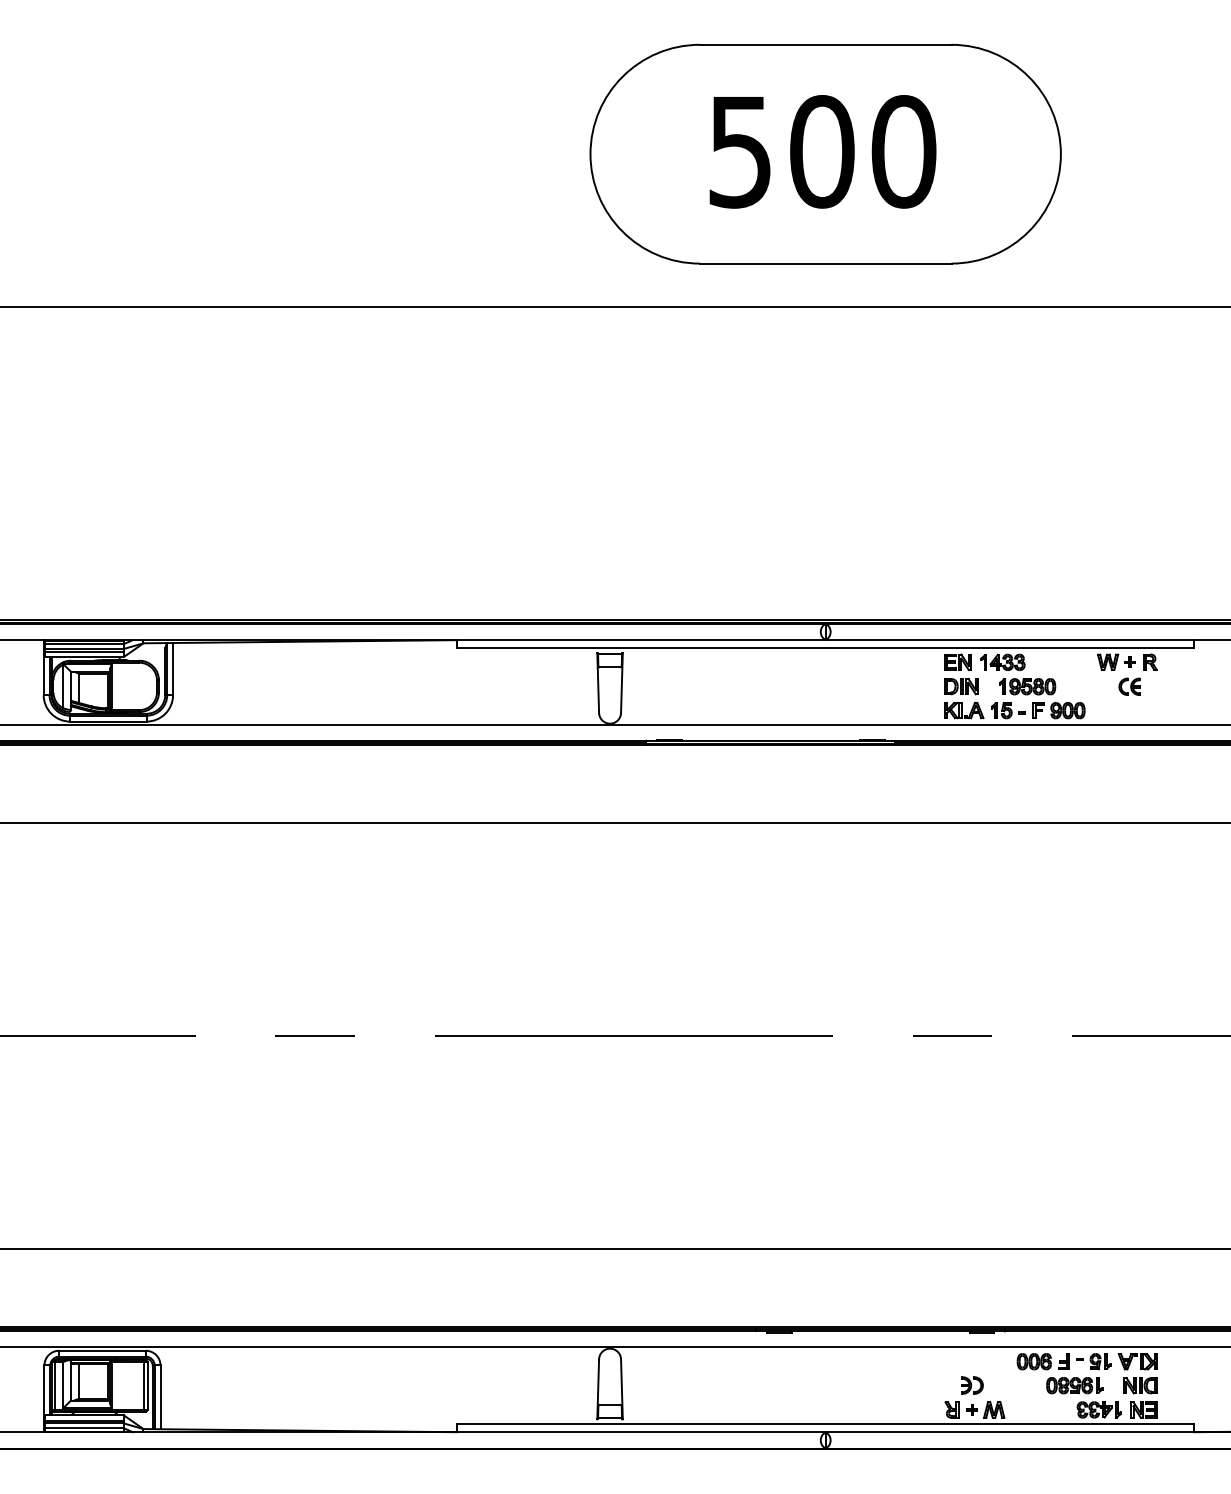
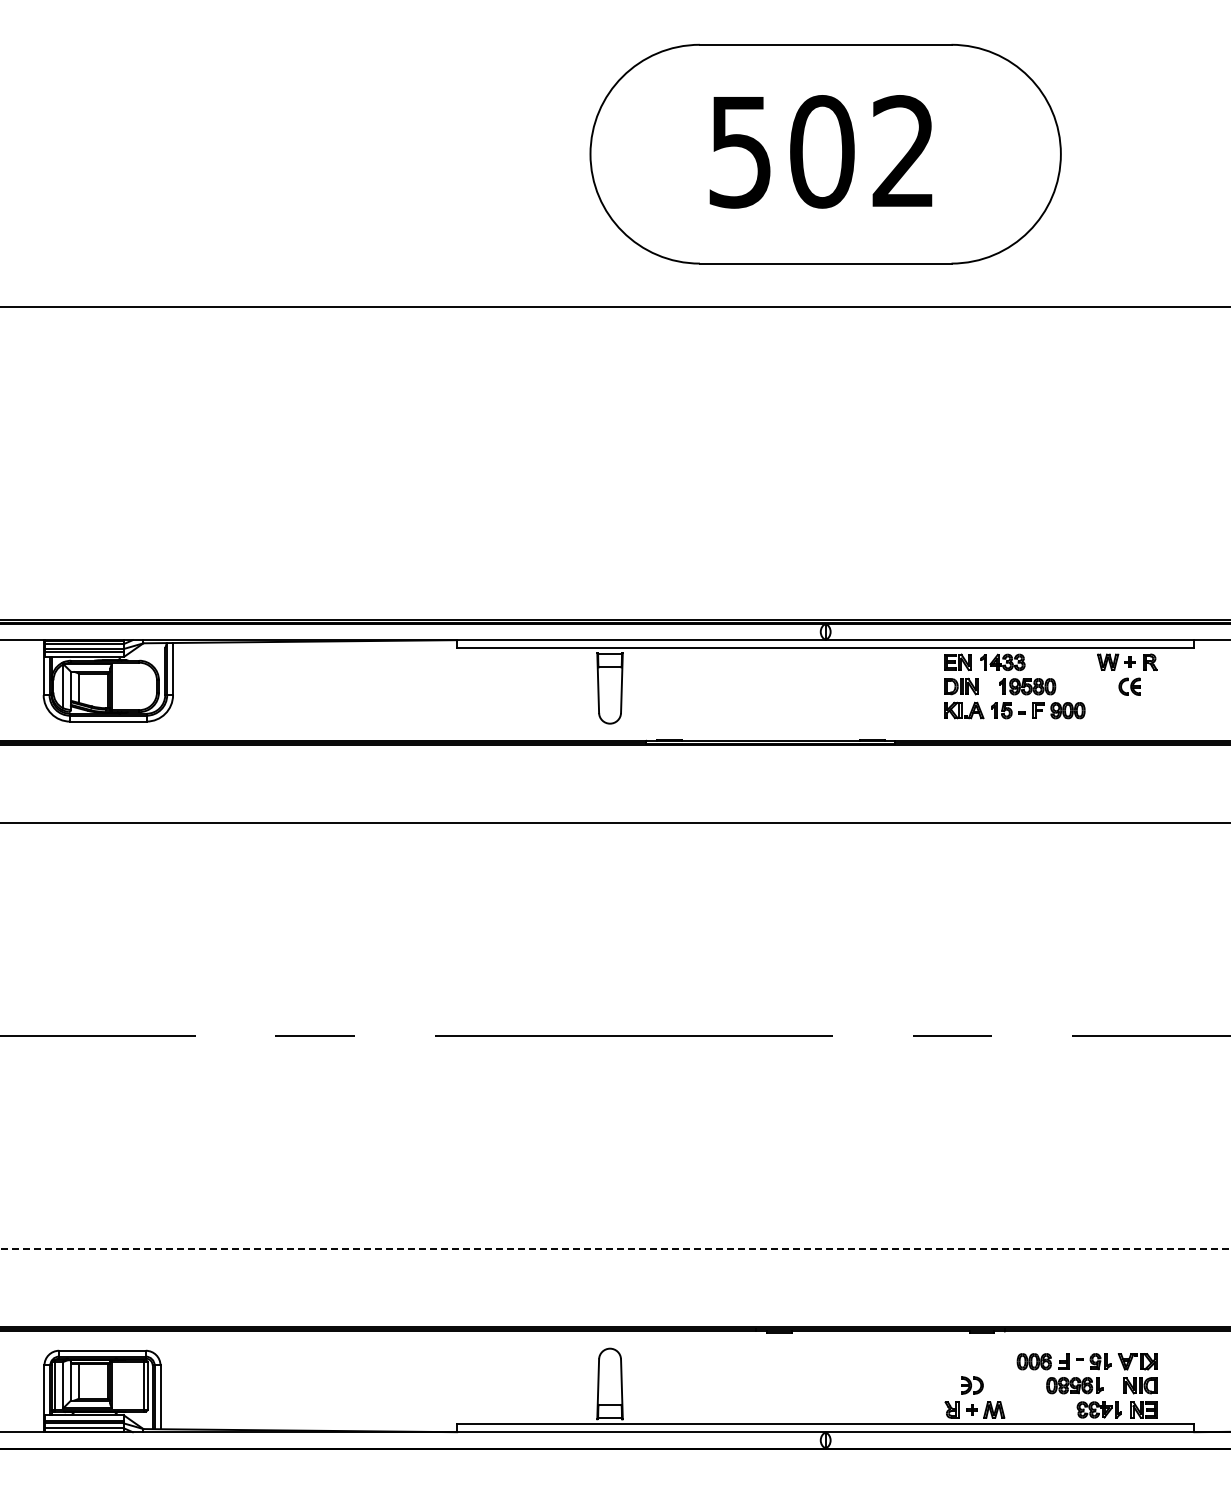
text at (903, 151): 500 -> 502
line at (614, 725): present -> none
line at (615, 1248): solid -> dashed
line at (614, 1347): present -> none
